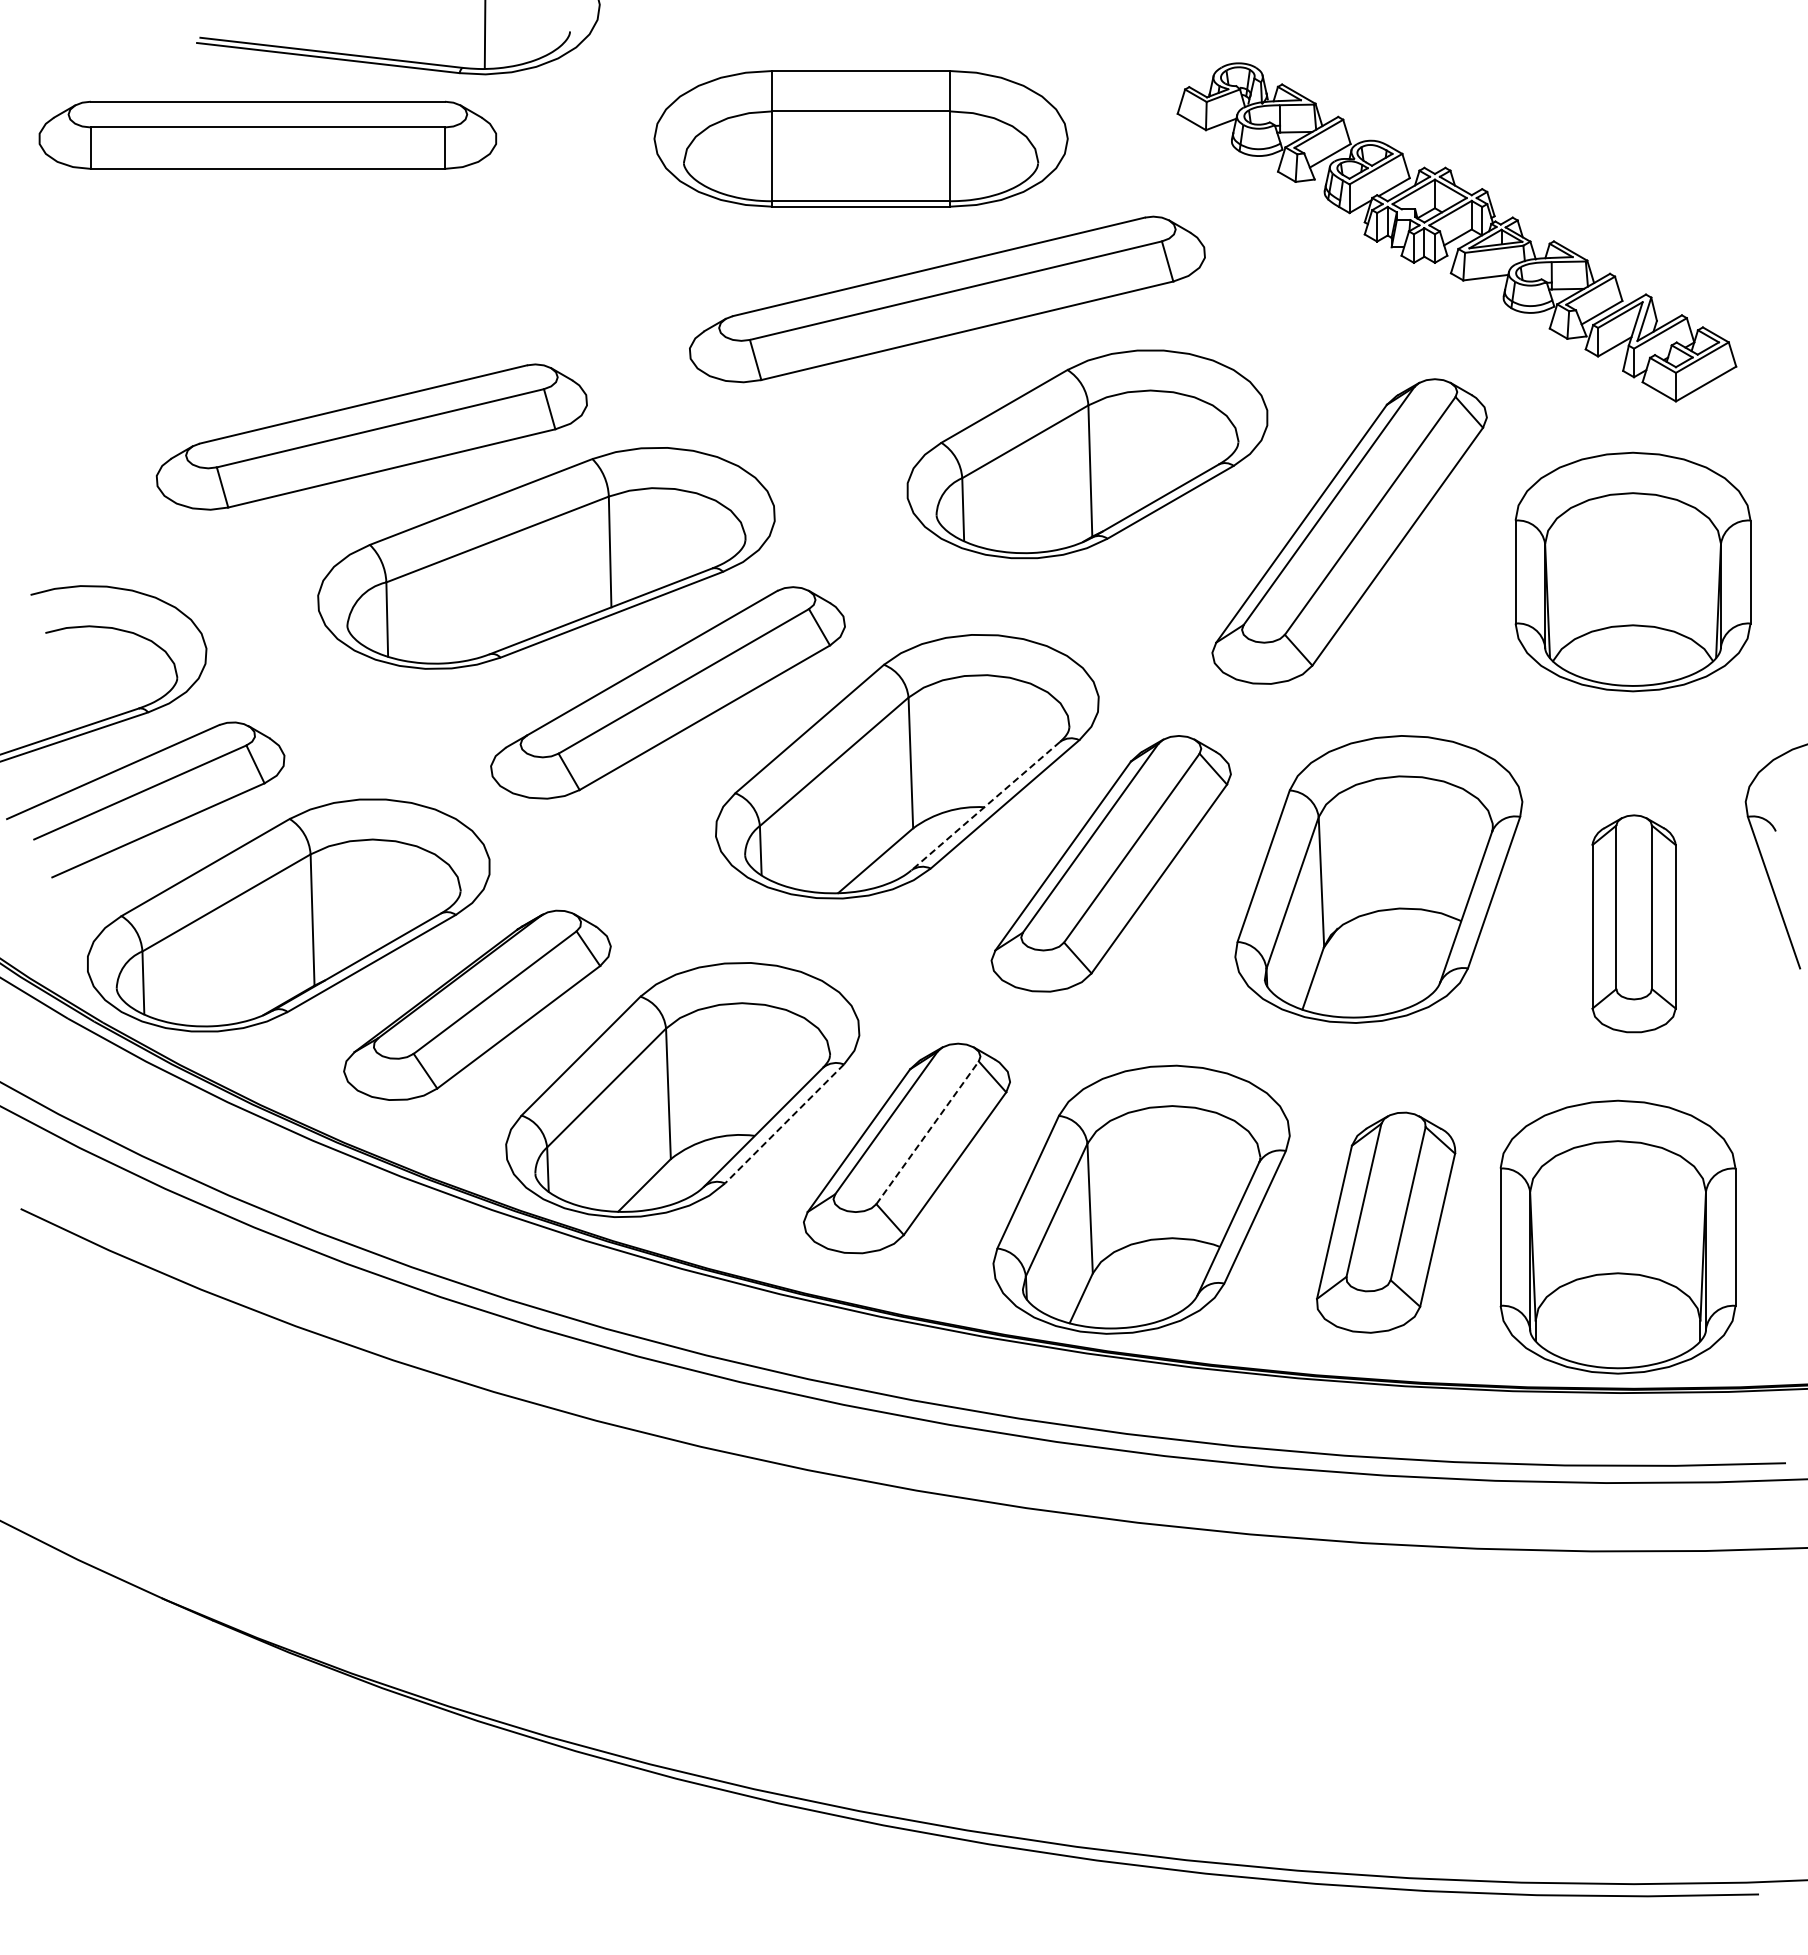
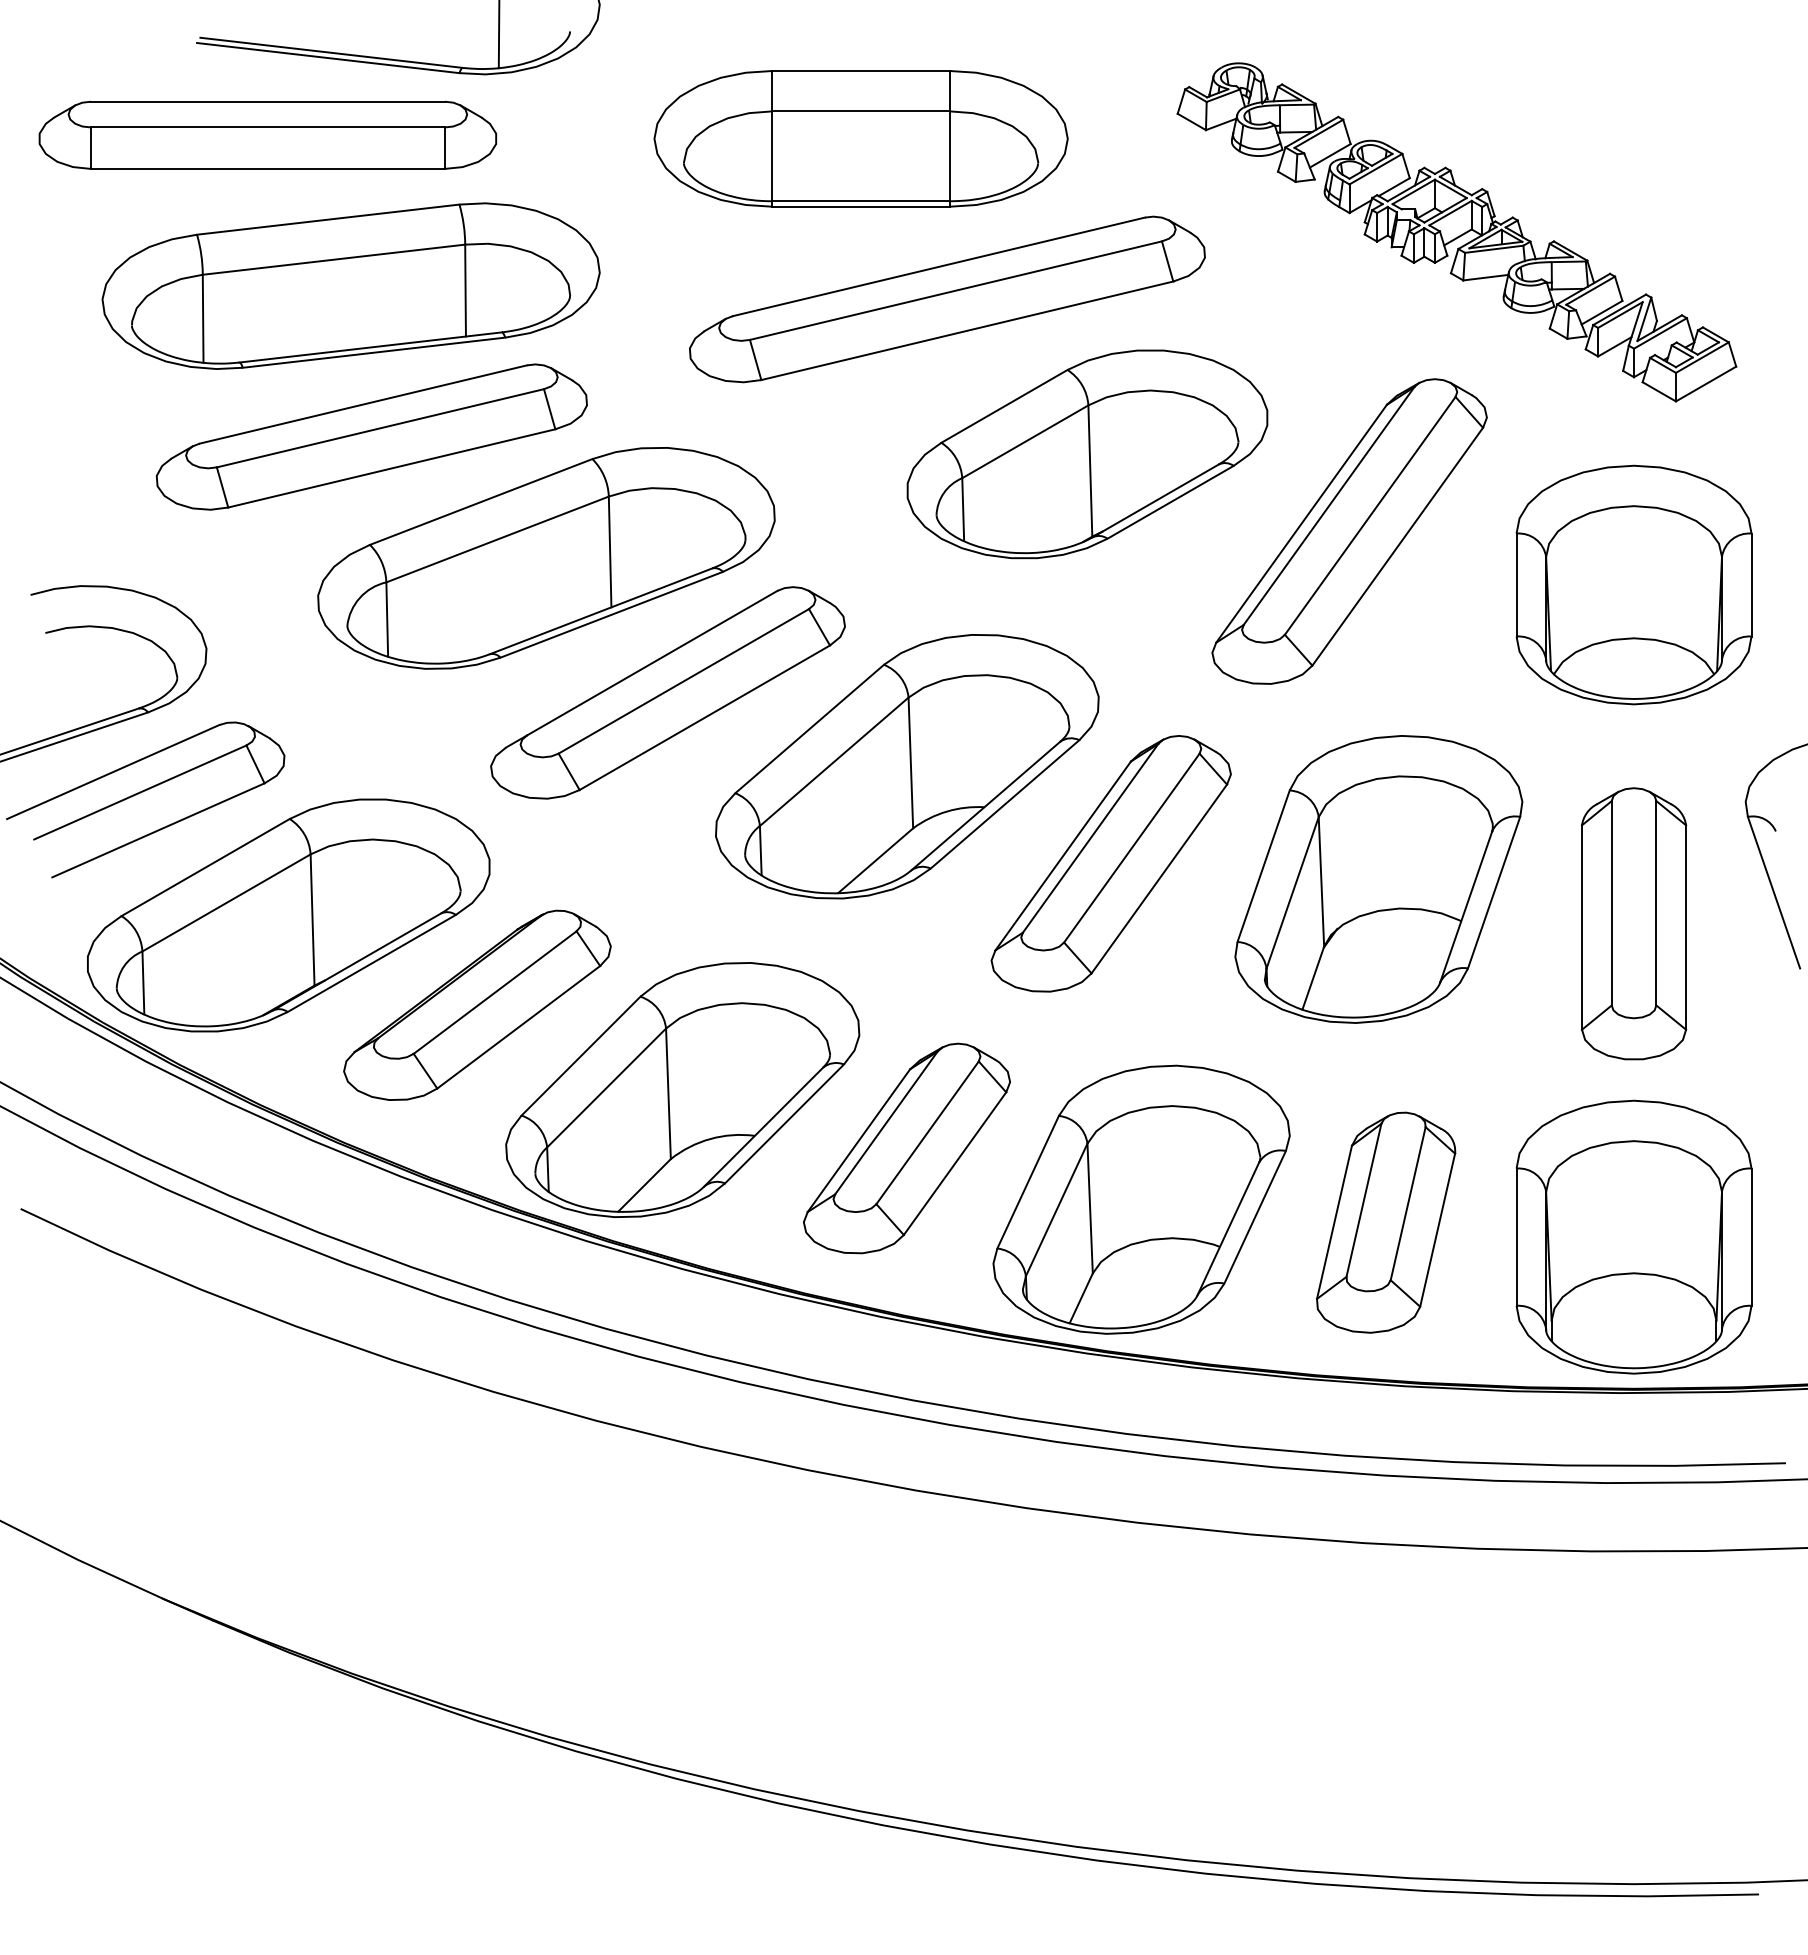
line at (484, 35) position: (484, 35) -> (498, 35)
part at (350, 285): none -> present
part at (1632, 571) position: (1632, 571) -> (1633, 584)
line at (985, 806): dashed -> solid
part at (1633, 923) size: 86x220 px -> 107x274 px
line at (784, 1124): dashed -> solid
line at (927, 1132): dashed -> solid
part at (1617, 1236) position: (1617, 1236) -> (1633, 1236)
